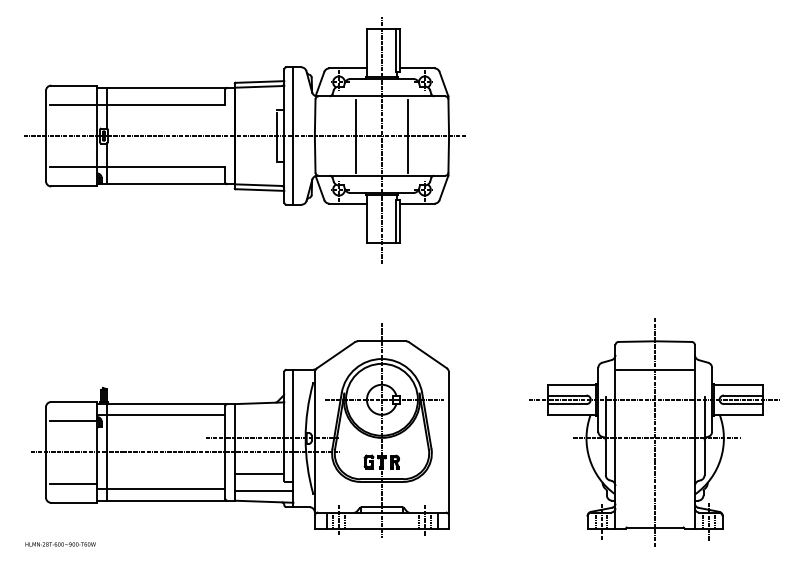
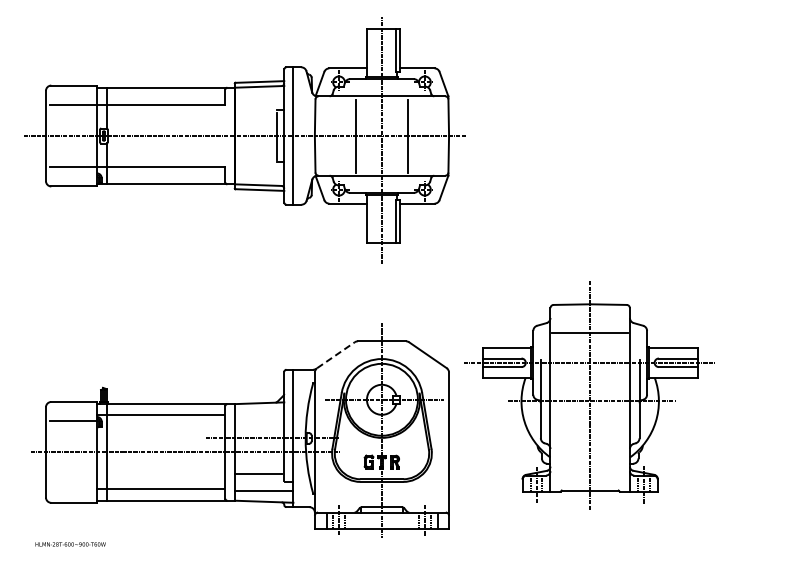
line at (336, 355): solid -> dashed
part at (654, 432) position: (654, 432) -> (589, 395)
line at (72, 483): present -> none
text at (60, 544) position: (60, 544) -> (70, 544)
